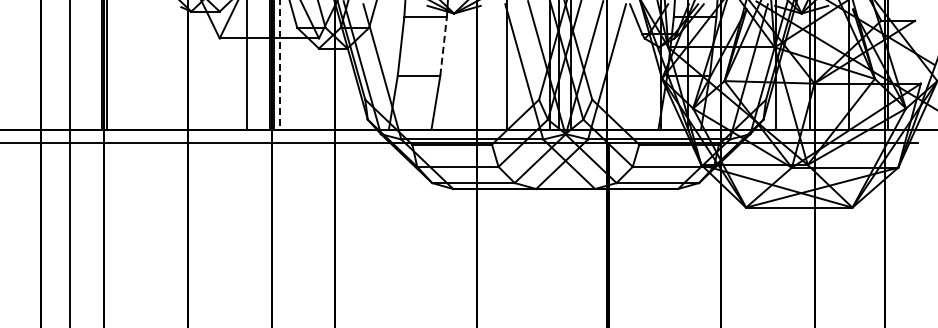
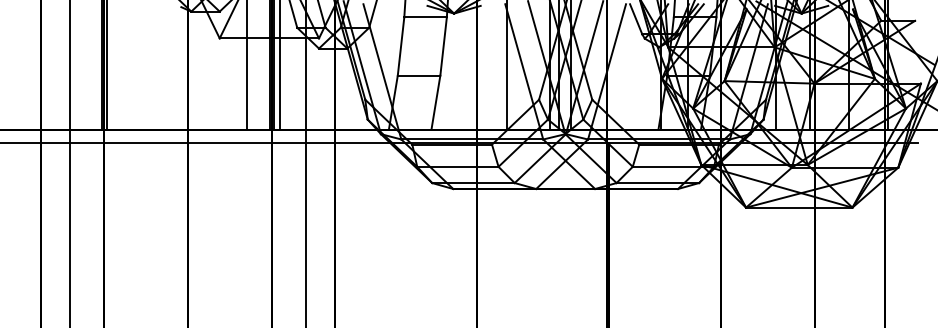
line at (443, 45): dashed -> solid
line at (279, 65): dashed -> solid
line at (306, 163): none -> present
